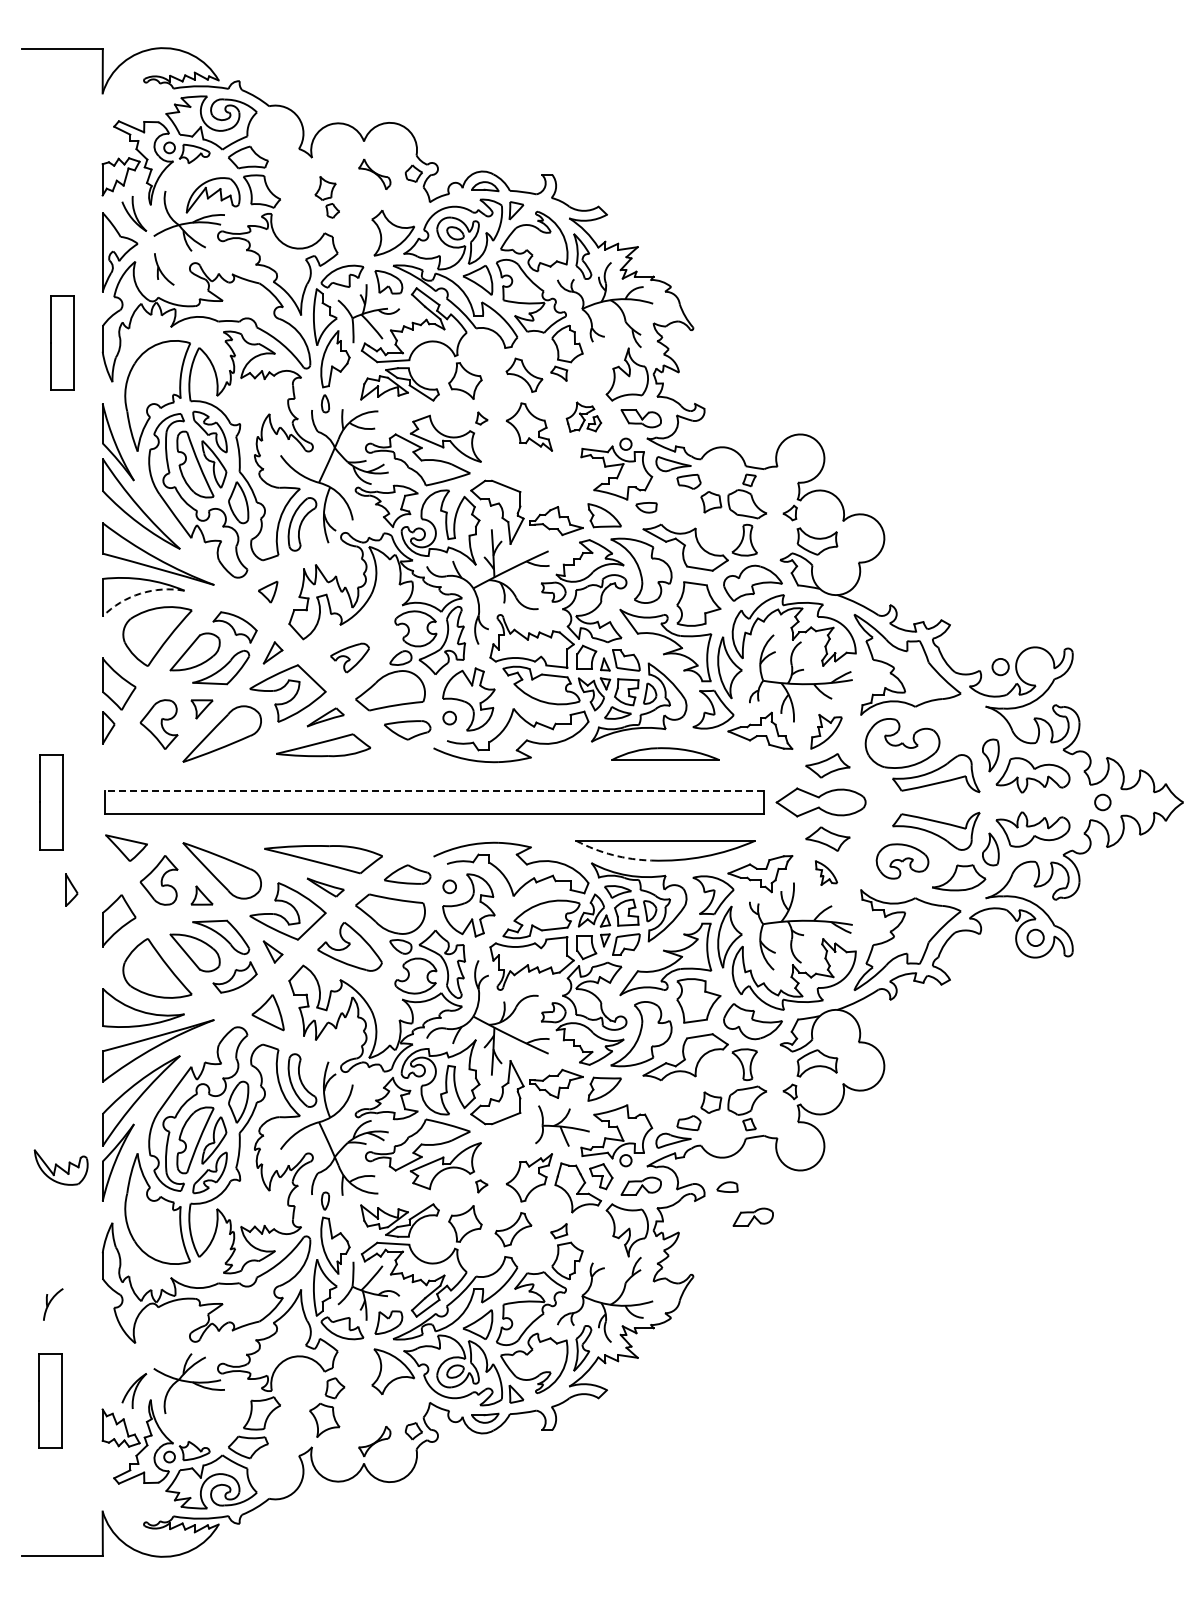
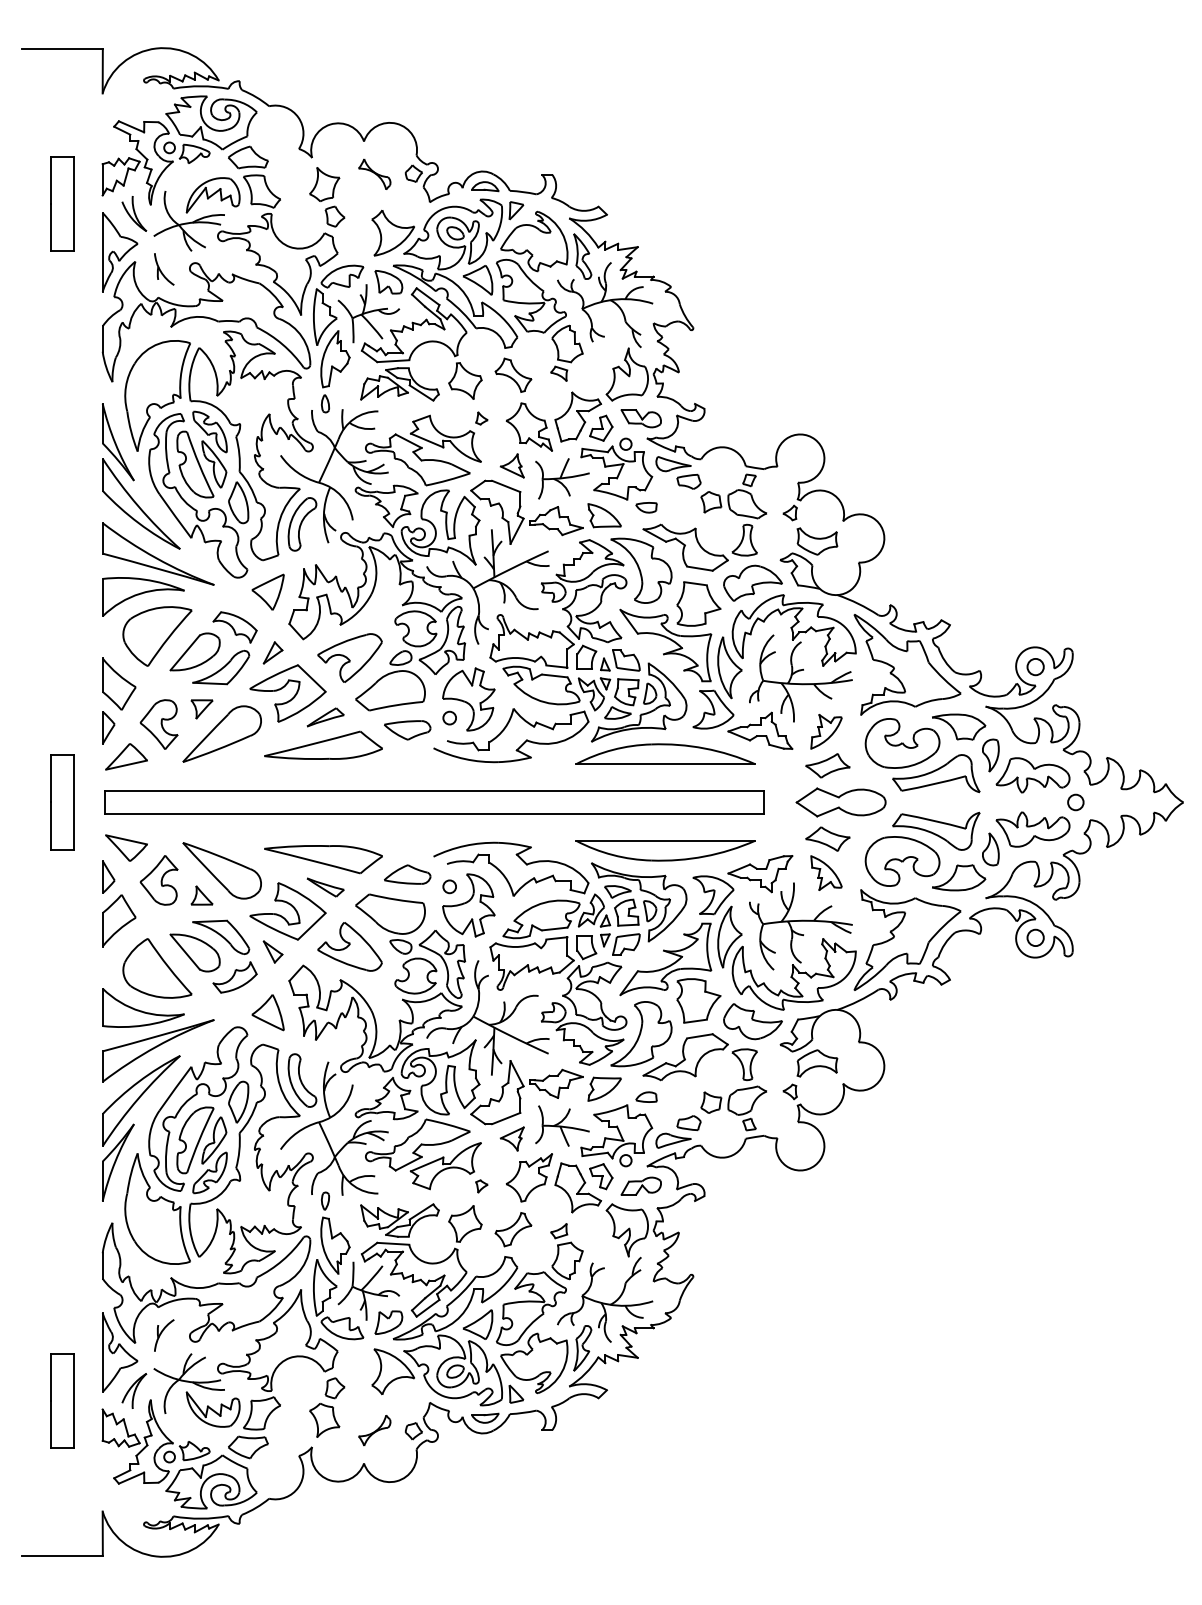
part at (326, 197) size: 26x43 px -> 37x61 px
part at (62, 342) position: (62, 342) -> (62, 203)
part at (524, 374) position: (524, 374) -> (513, 374)
part at (583, 416) size: 38x32 px -> 60x52 px
part at (511, 465): none -> present
part at (562, 478): none -> present
part at (268, 592) size: 21x23 px -> 34x38 px
arc at (140, 593): dashed -> solid
part at (349, 657) size: 40x32 px -> 66x50 px
circle at (1000, 667) position: (1000, 667) -> (1035, 667)
part at (959, 726): none -> present
part at (323, 745) size: 96x25 px -> 119x30 px
part at (665, 753) size: 109x14 px -> 181x22 px
part at (126, 756): none -> present
line at (434, 790): dashed -> solid
part at (51, 802) position: (51, 802) -> (62, 802)
part at (820, 802) position: (820, 802) -> (840, 802)
circle at (1102, 802) position: (1102, 802) -> (1075, 802)
arc at (612, 855): dashed -> solid
part at (902, 861) size: 55x37 px -> 77x51 px
part at (826, 872) size: 24x26 px -> 33x36 px
part at (71, 889) position: (71, 889) -> (108, 876)
part at (511, 1138): none -> present
part at (60, 1167) position: (60, 1167) -> (212, 1409)
part at (727, 1186) position: (727, 1186) -> (646, 1096)
part at (752, 1216): present -> none
part at (53, 1304) position: (53, 1304) -> (164, 1335)
part at (120, 1352): none -> present
part at (50, 1400) position: (50, 1400) -> (62, 1400)
part at (374, 1441) position: (374, 1441) -> (374, 1430)
